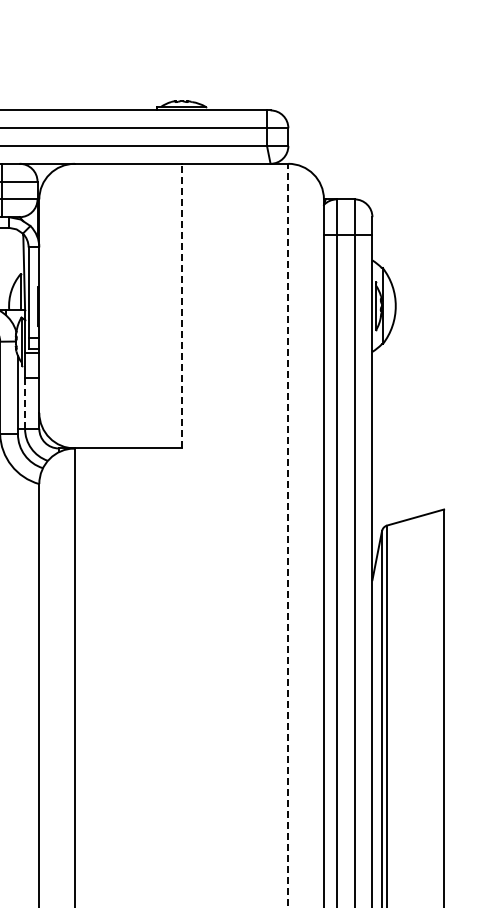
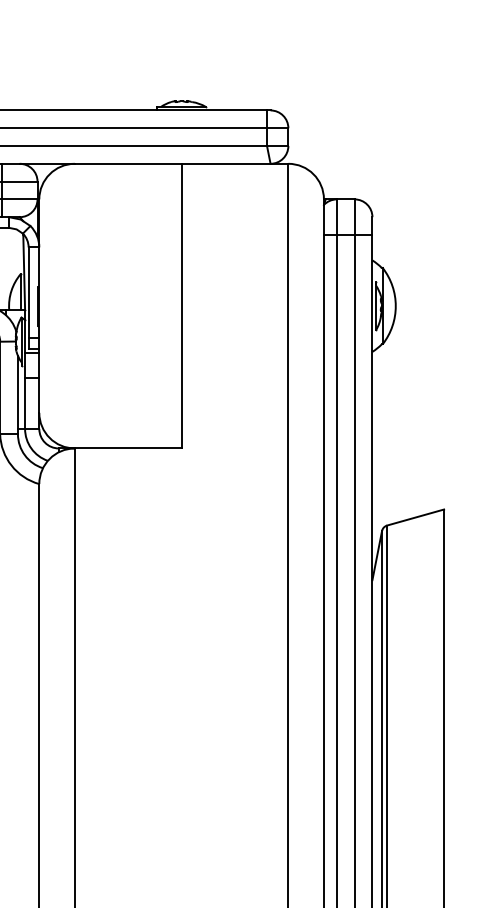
line at (181, 305): dashed -> solid
line at (25, 403): dashed -> solid
line at (288, 535): dashed -> solid
